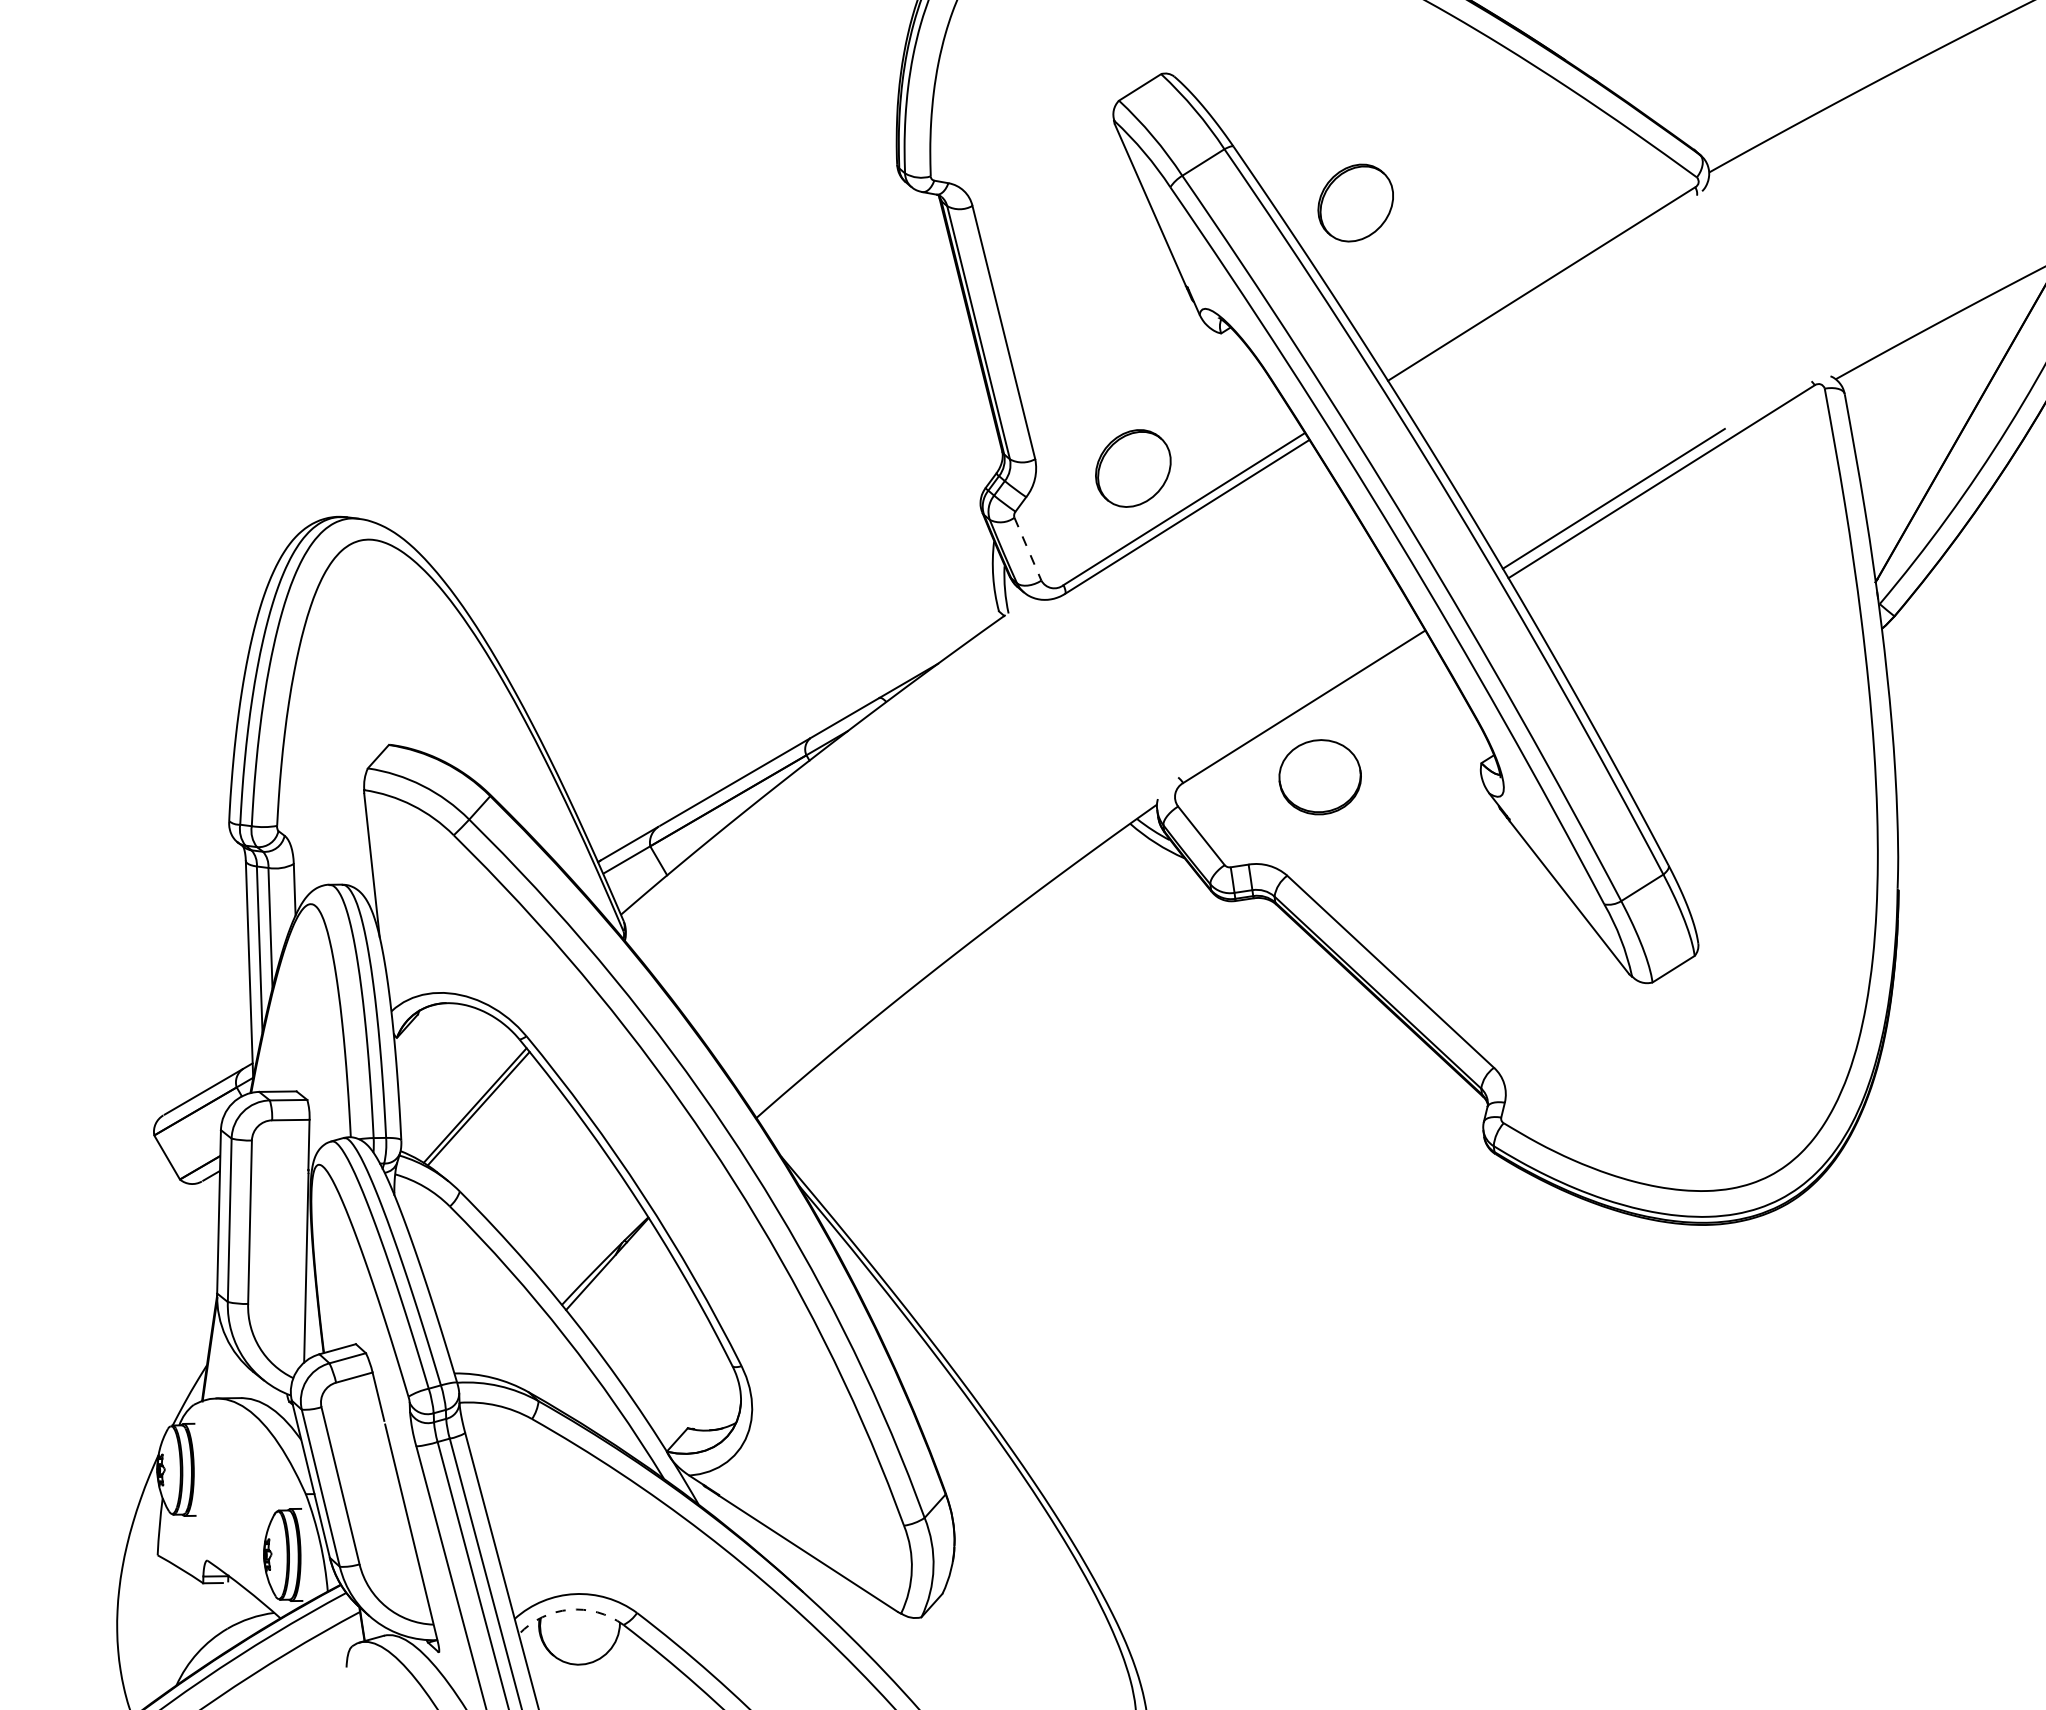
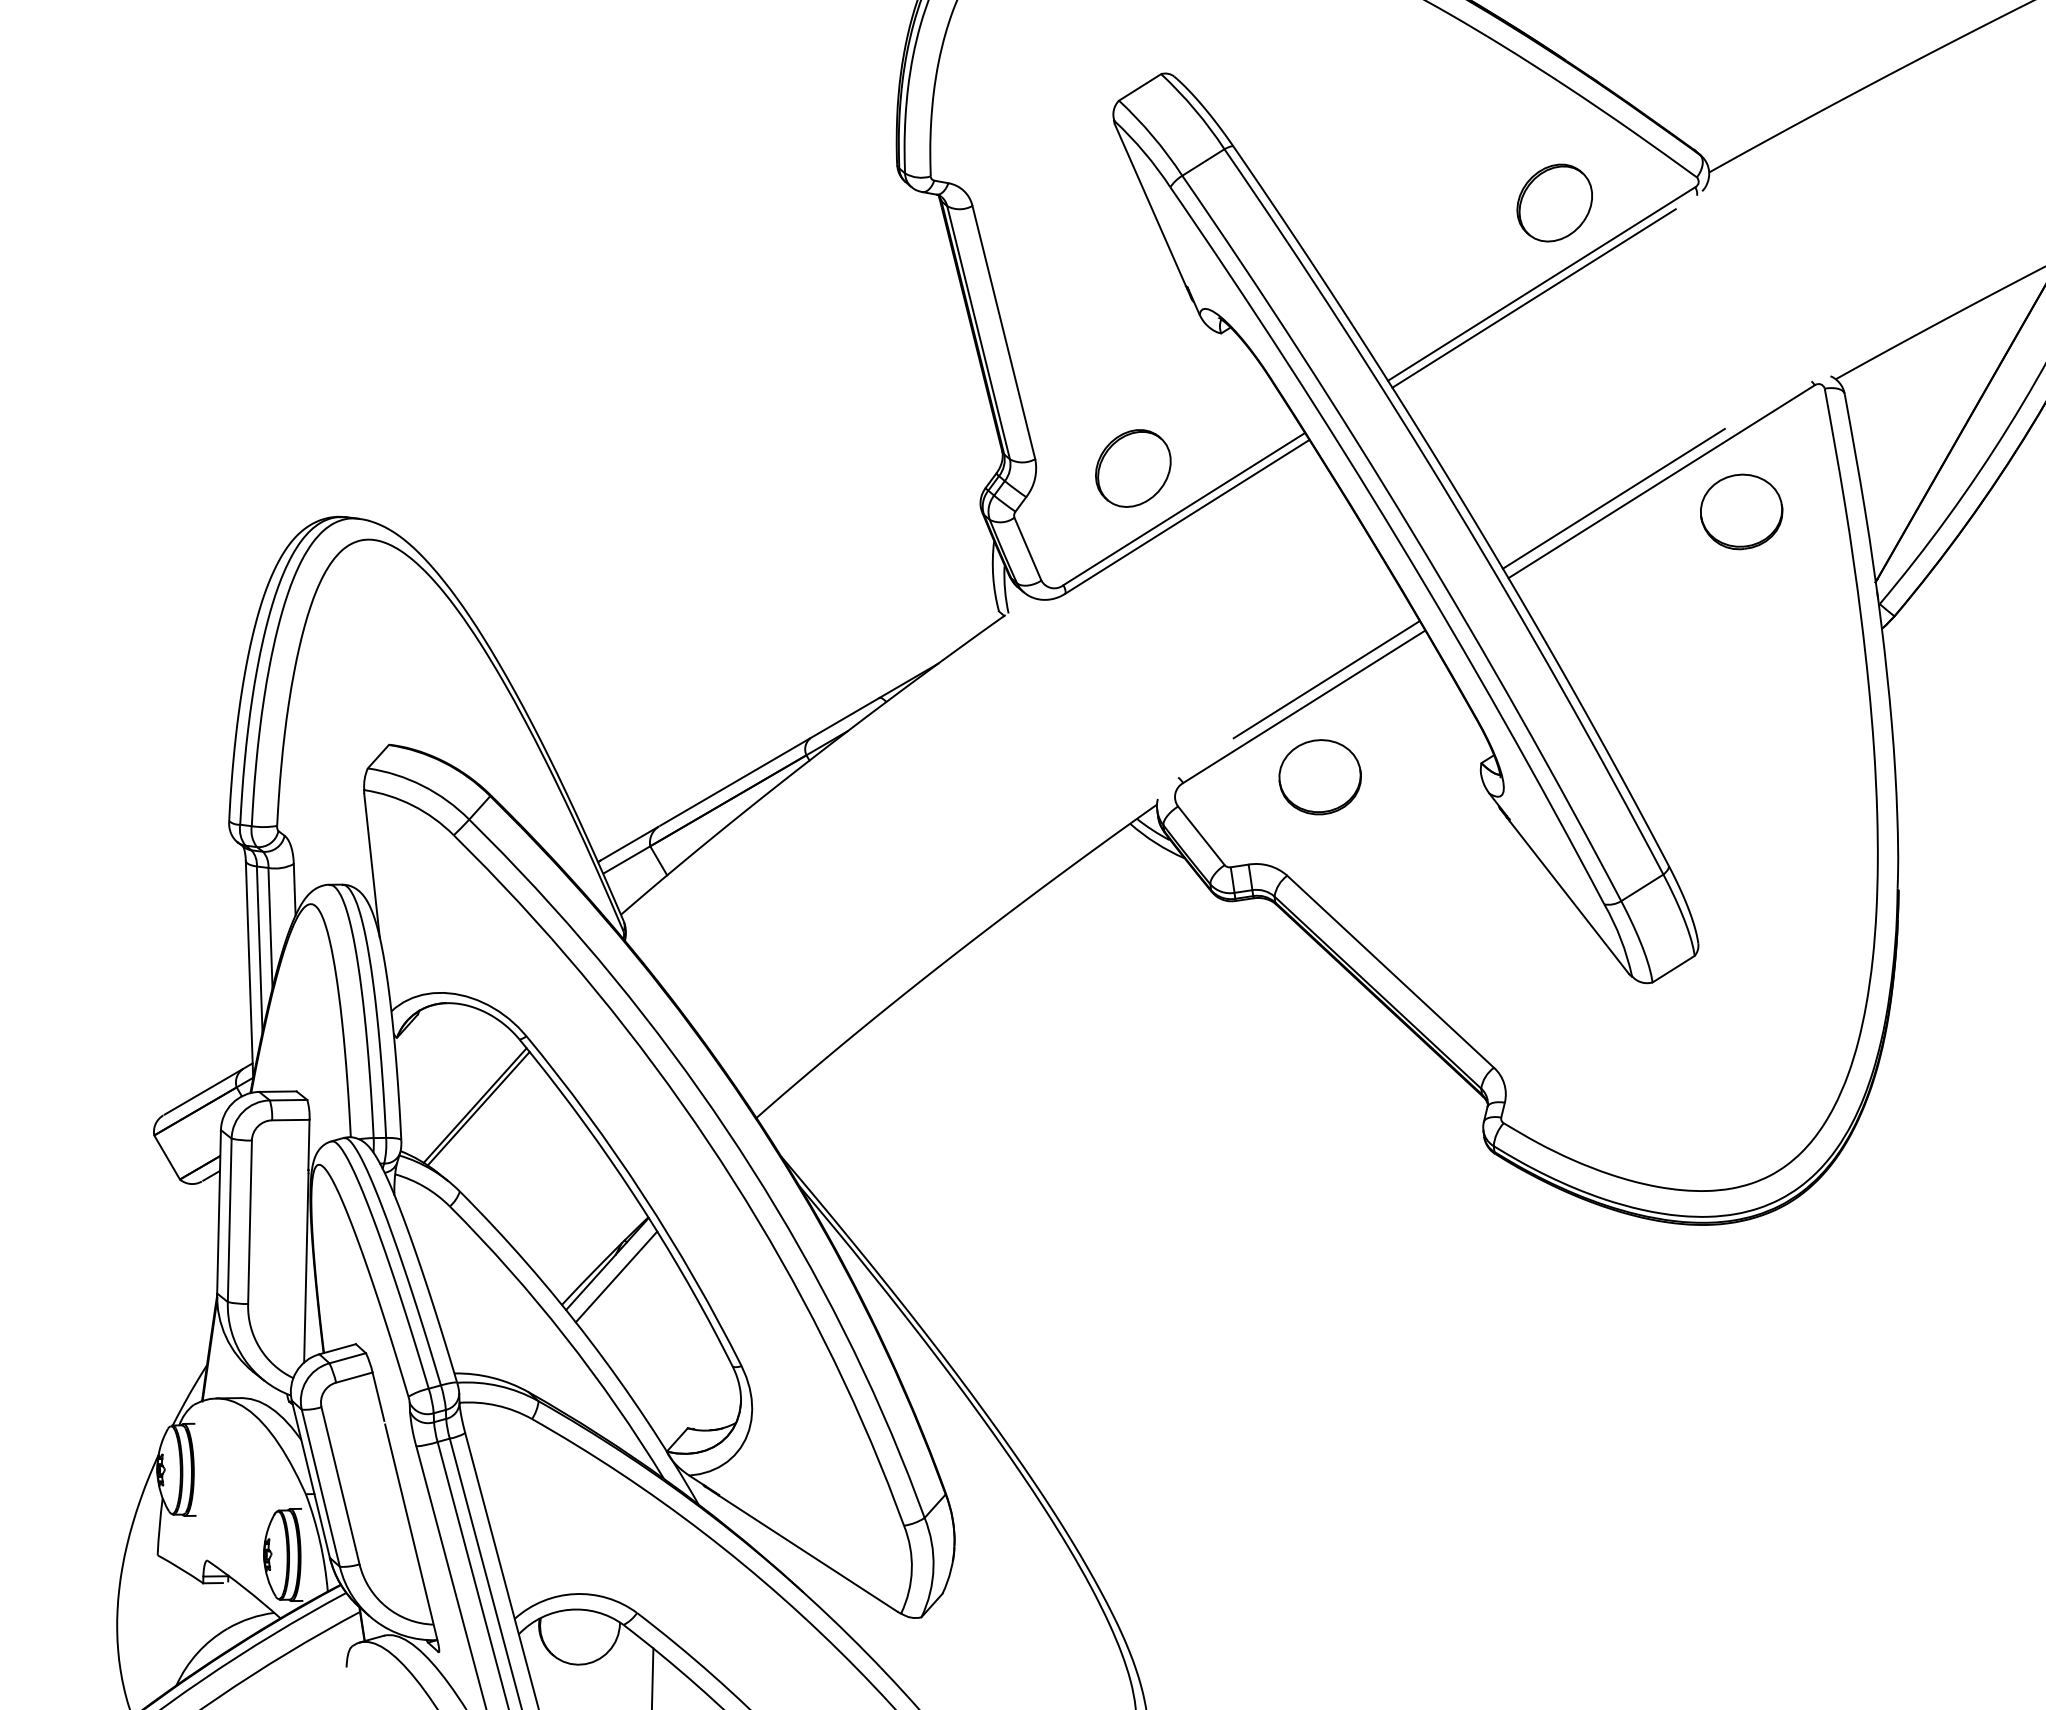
part at (1355, 202) position: (1355, 202) -> (1554, 202)
line at (1533, 298): none -> present
part at (1741, 511): none -> present
line at (1028, 549): dashed -> solid
line at (1326, 679): none -> present
line at (616, 1276): none -> present
arc at (569, 1609): dashed -> solid
line at (652, 1677): none -> present
